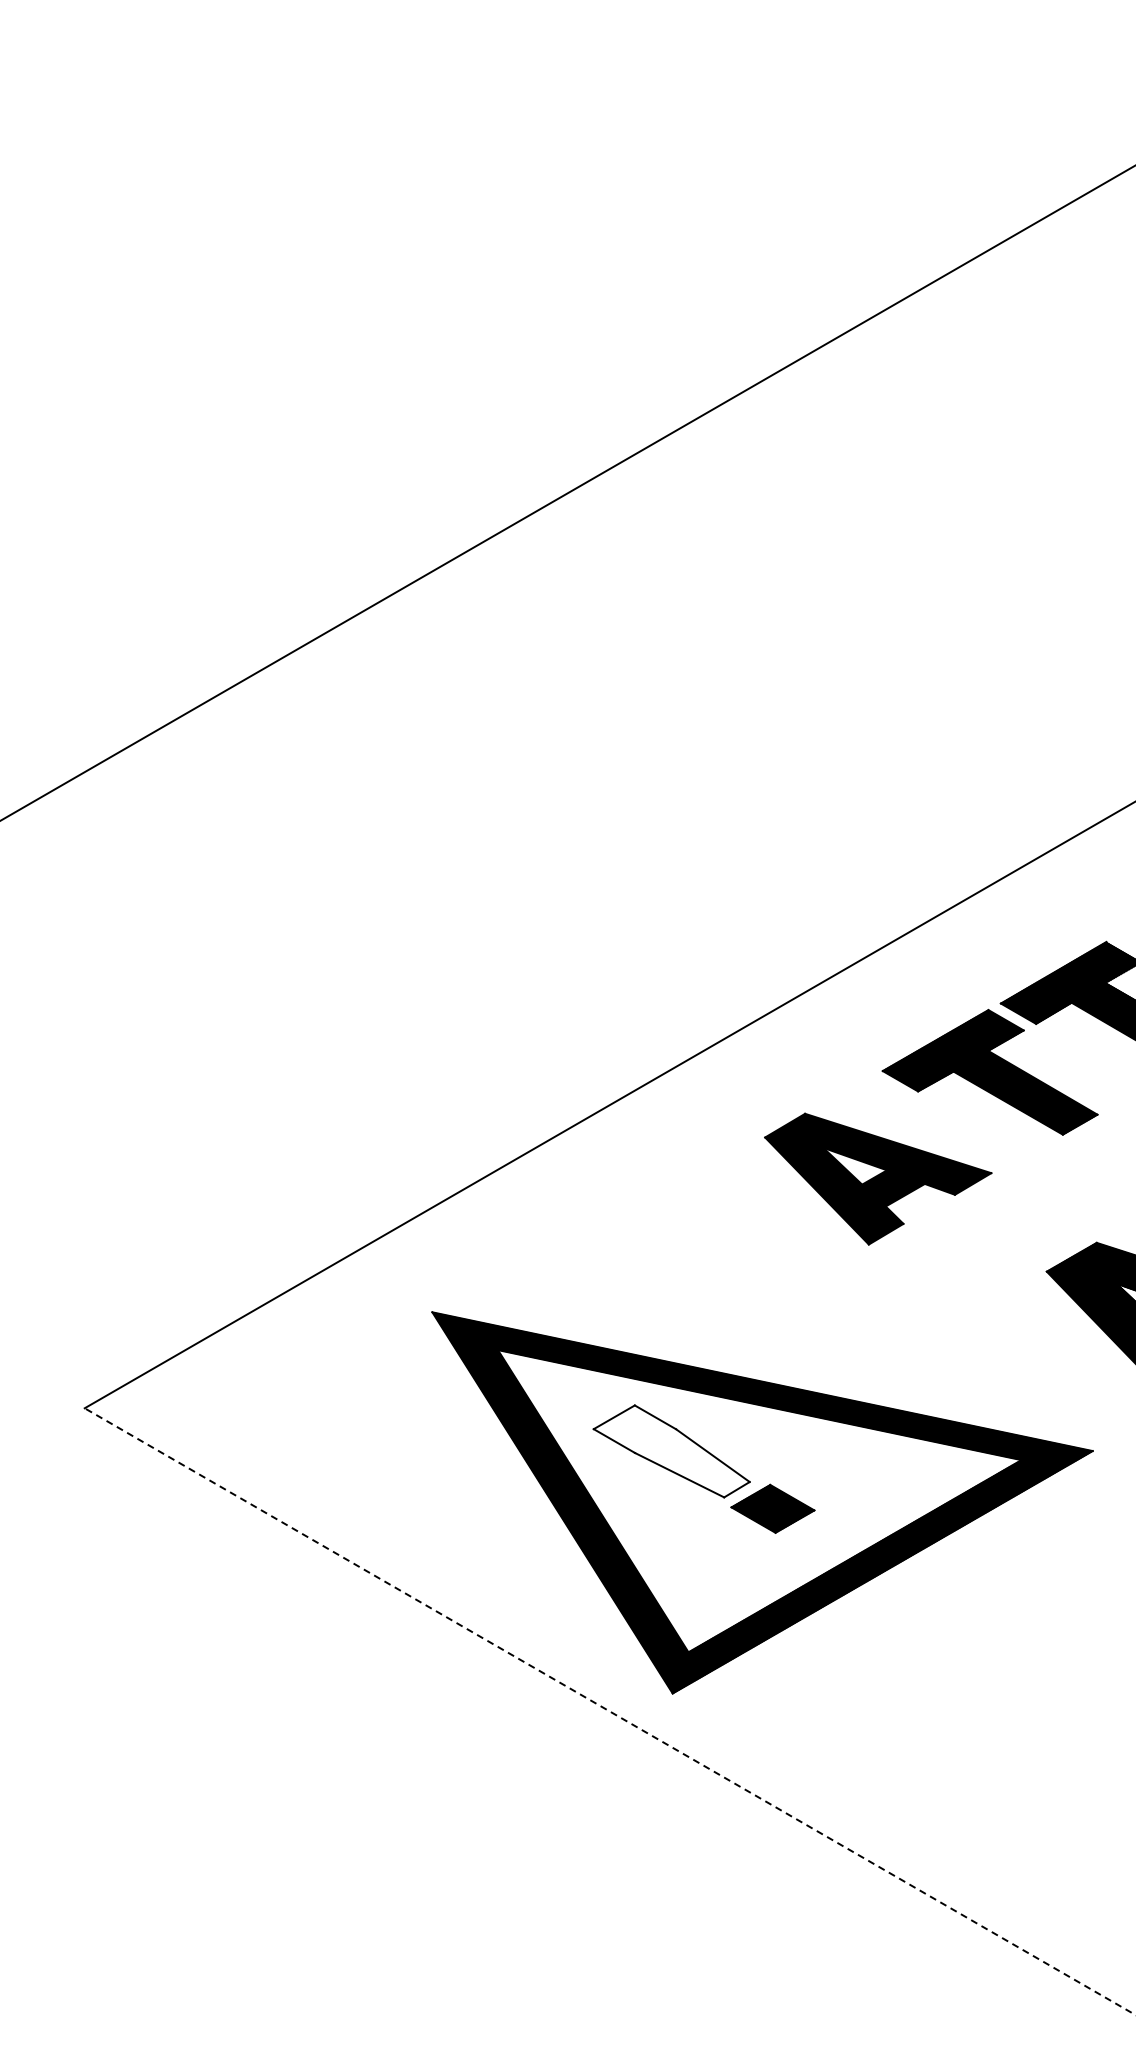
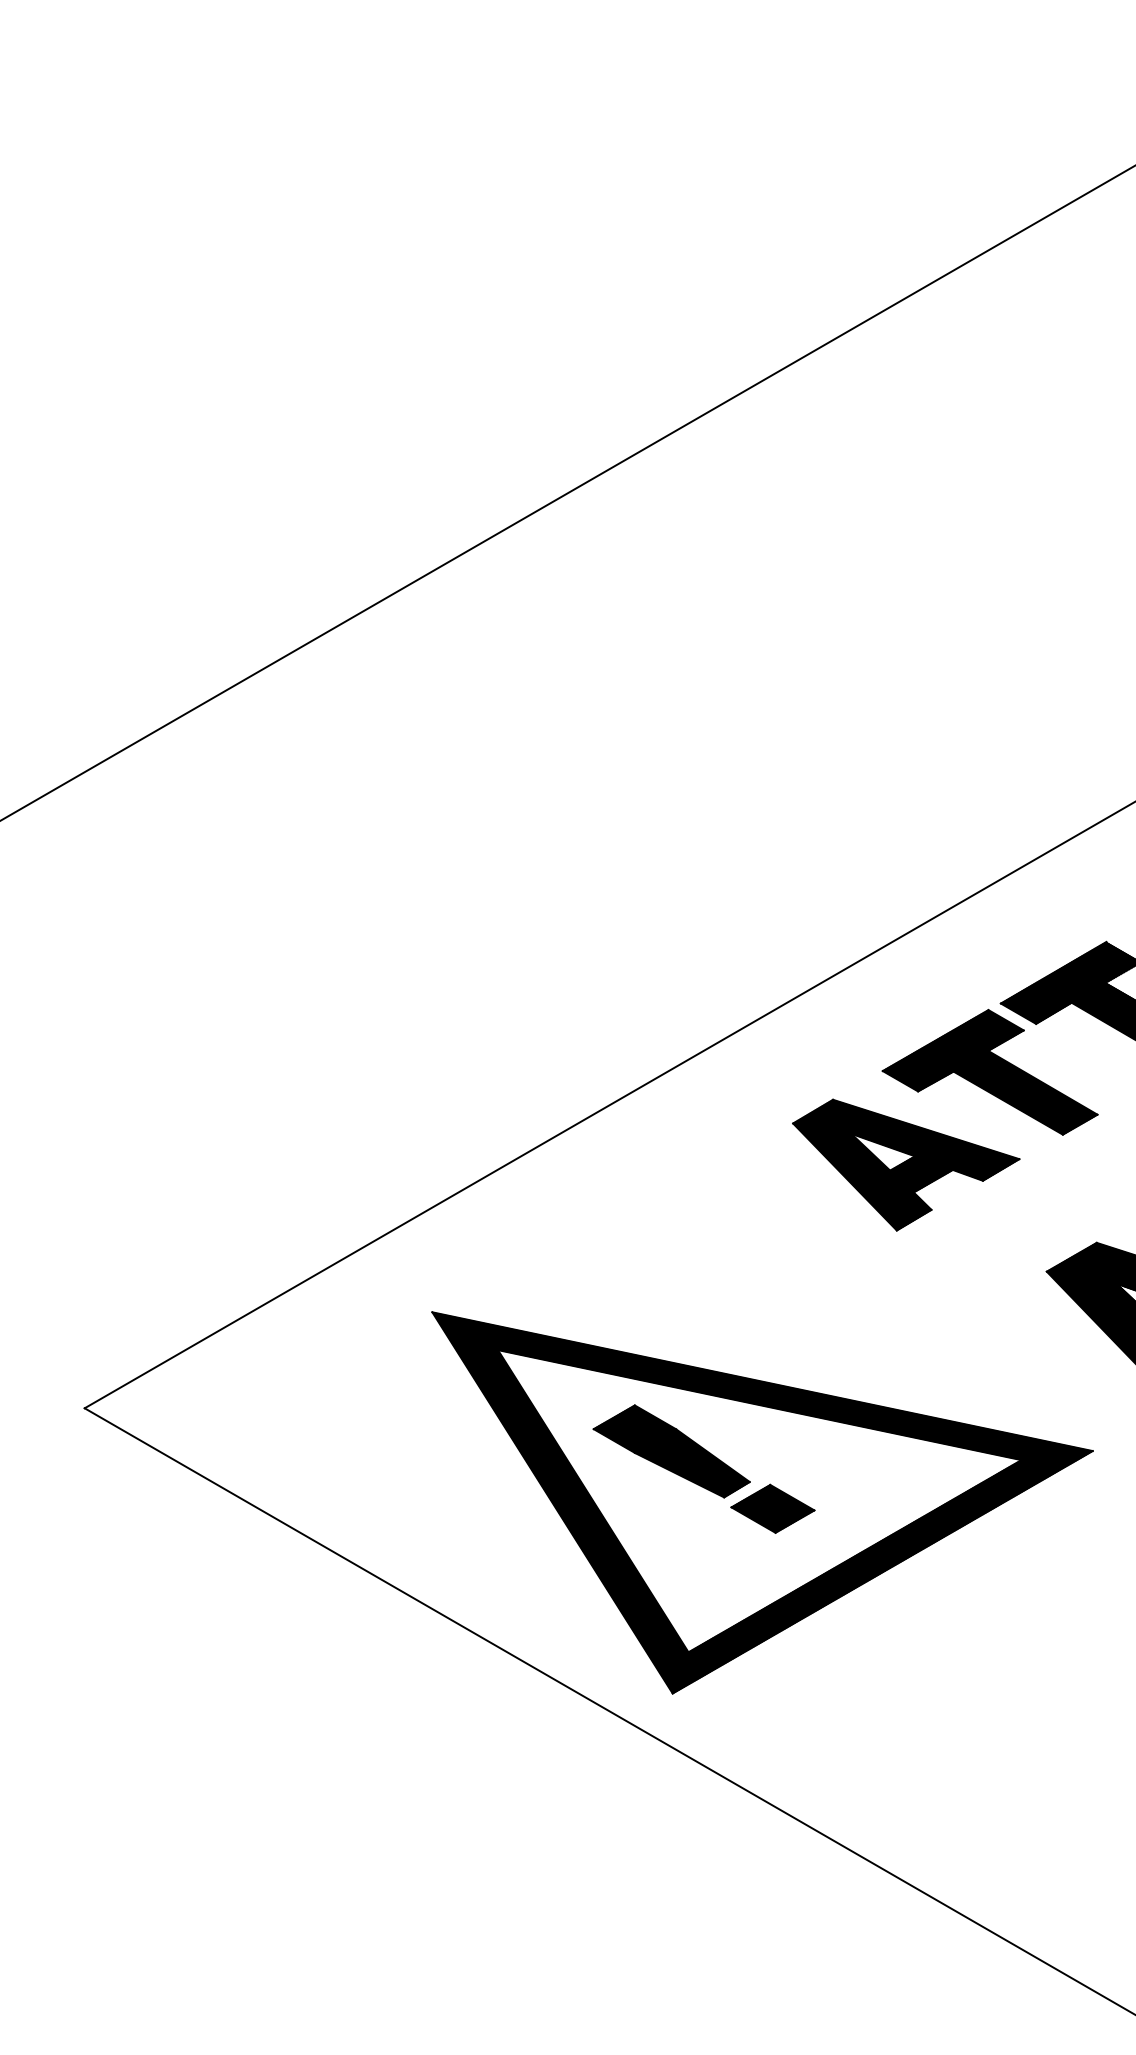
part at (878, 1178) position: (878, 1178) -> (906, 1164)
hatch at (671, 1451): none -> present
line at (610, 1711): dashed -> solid
